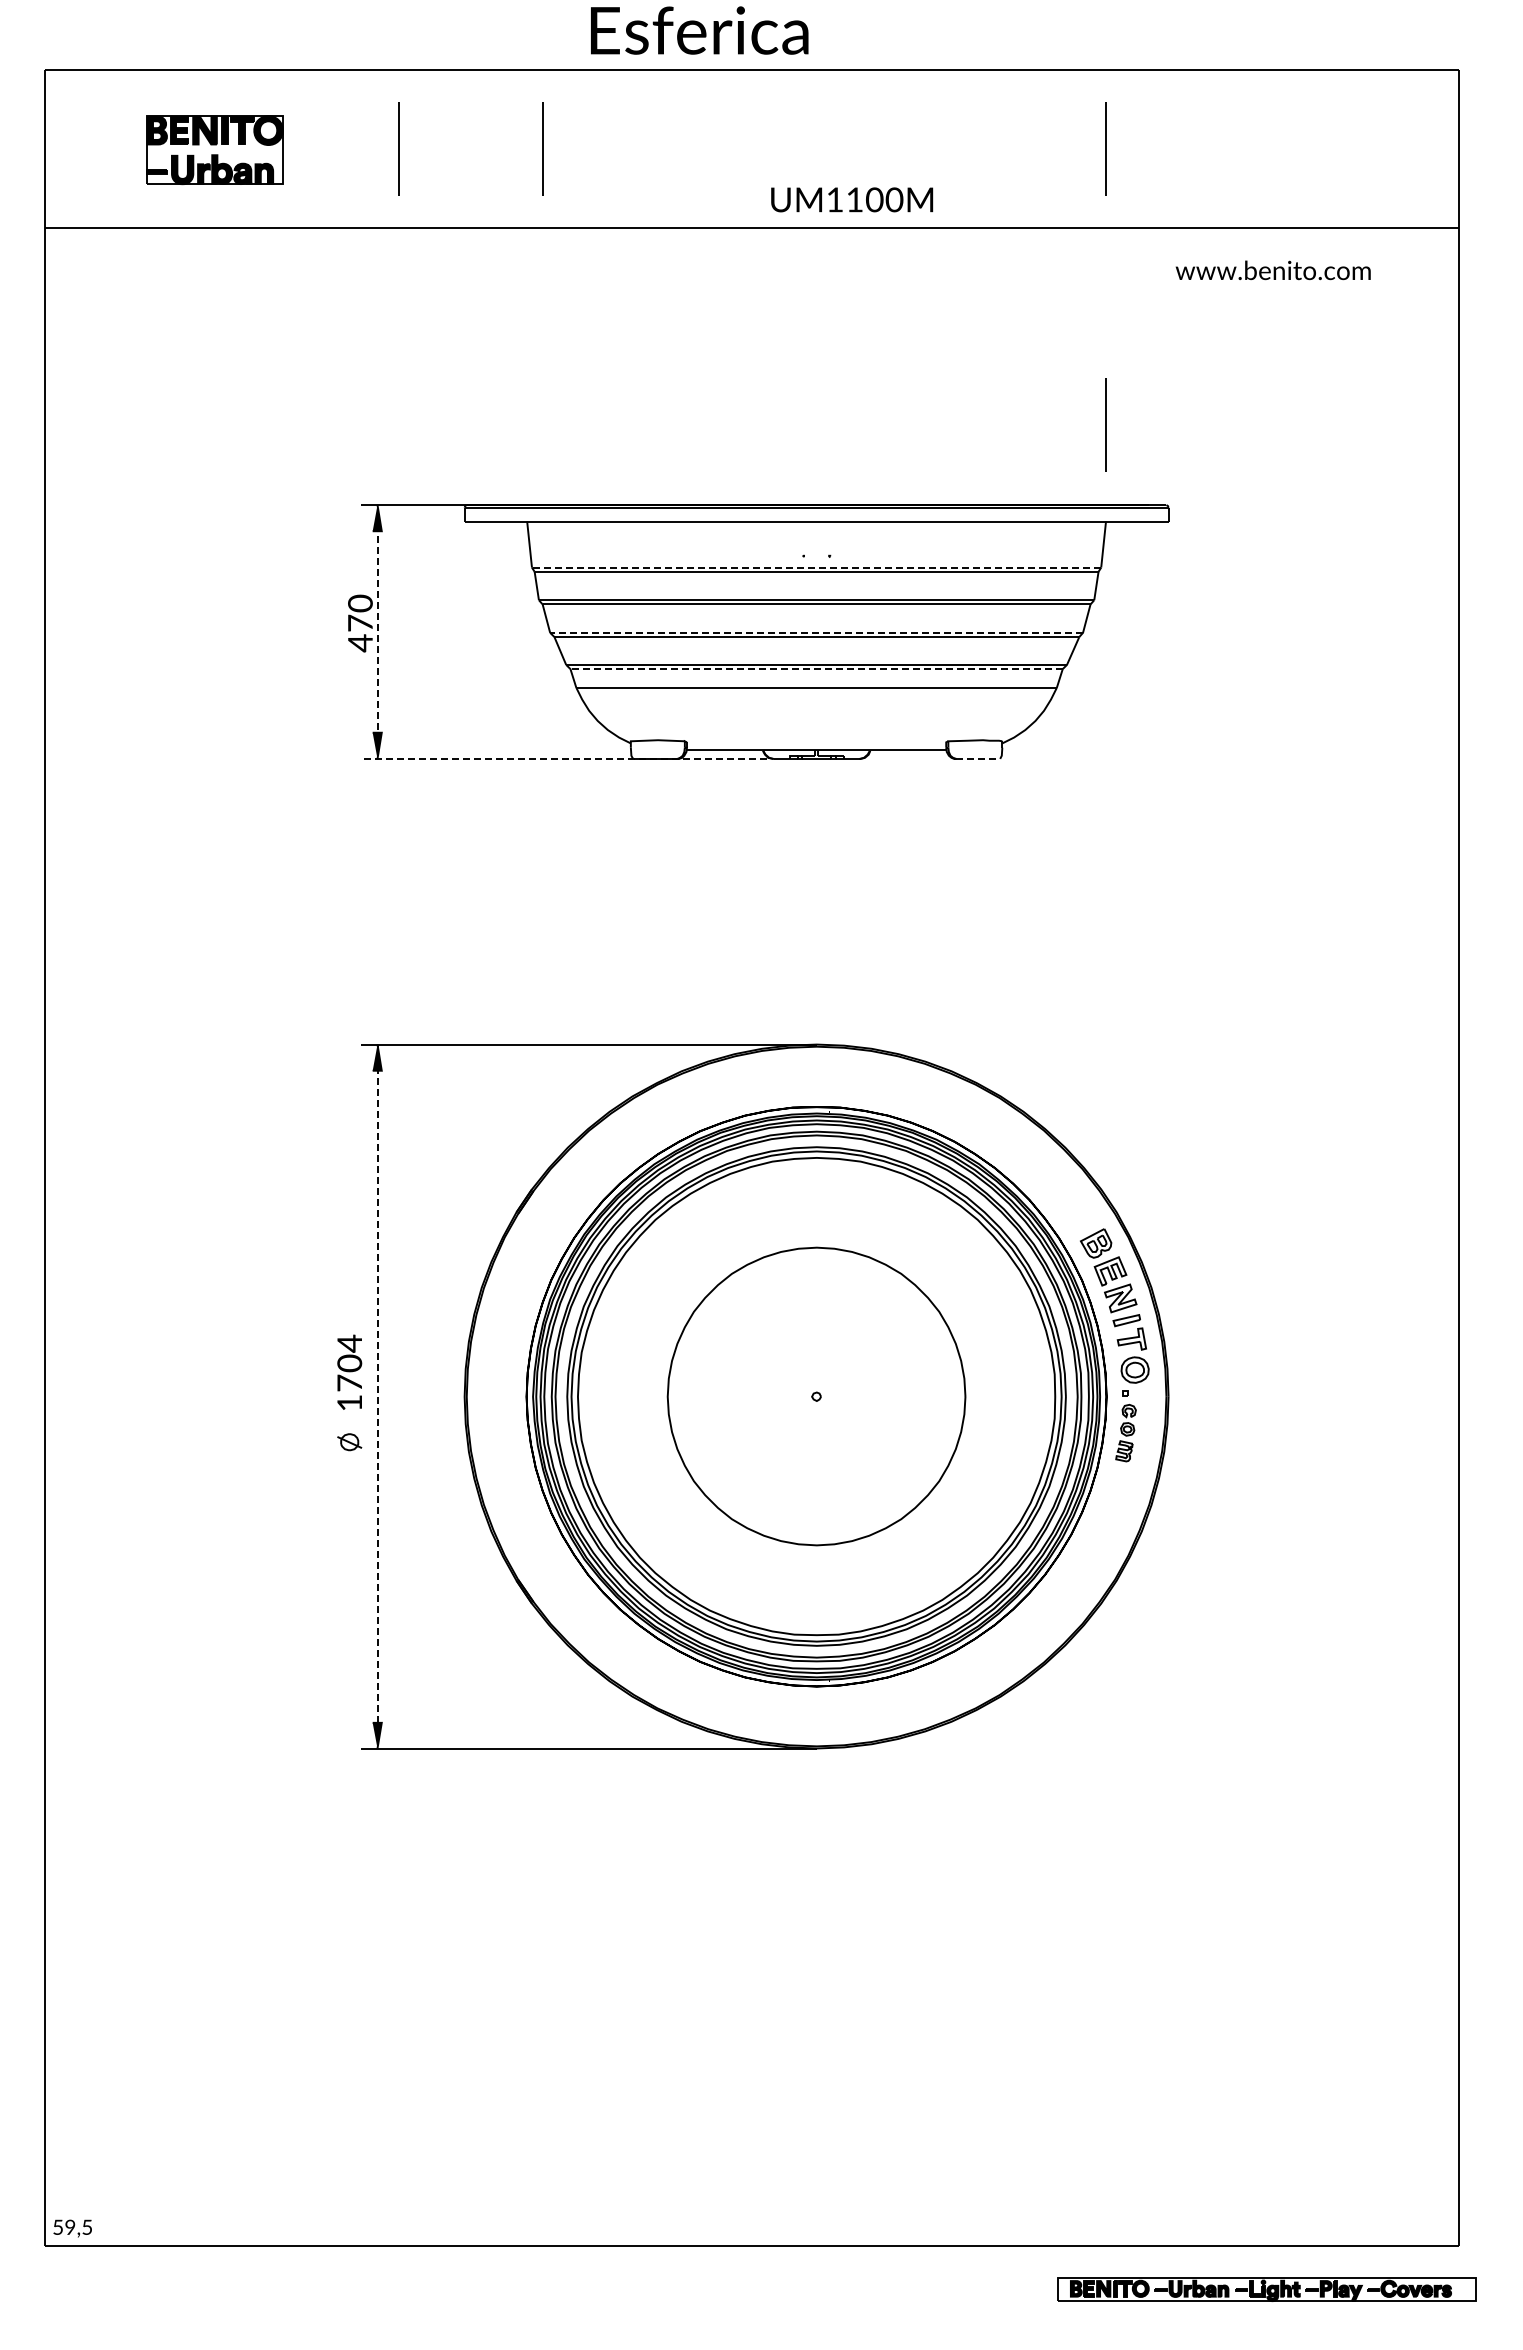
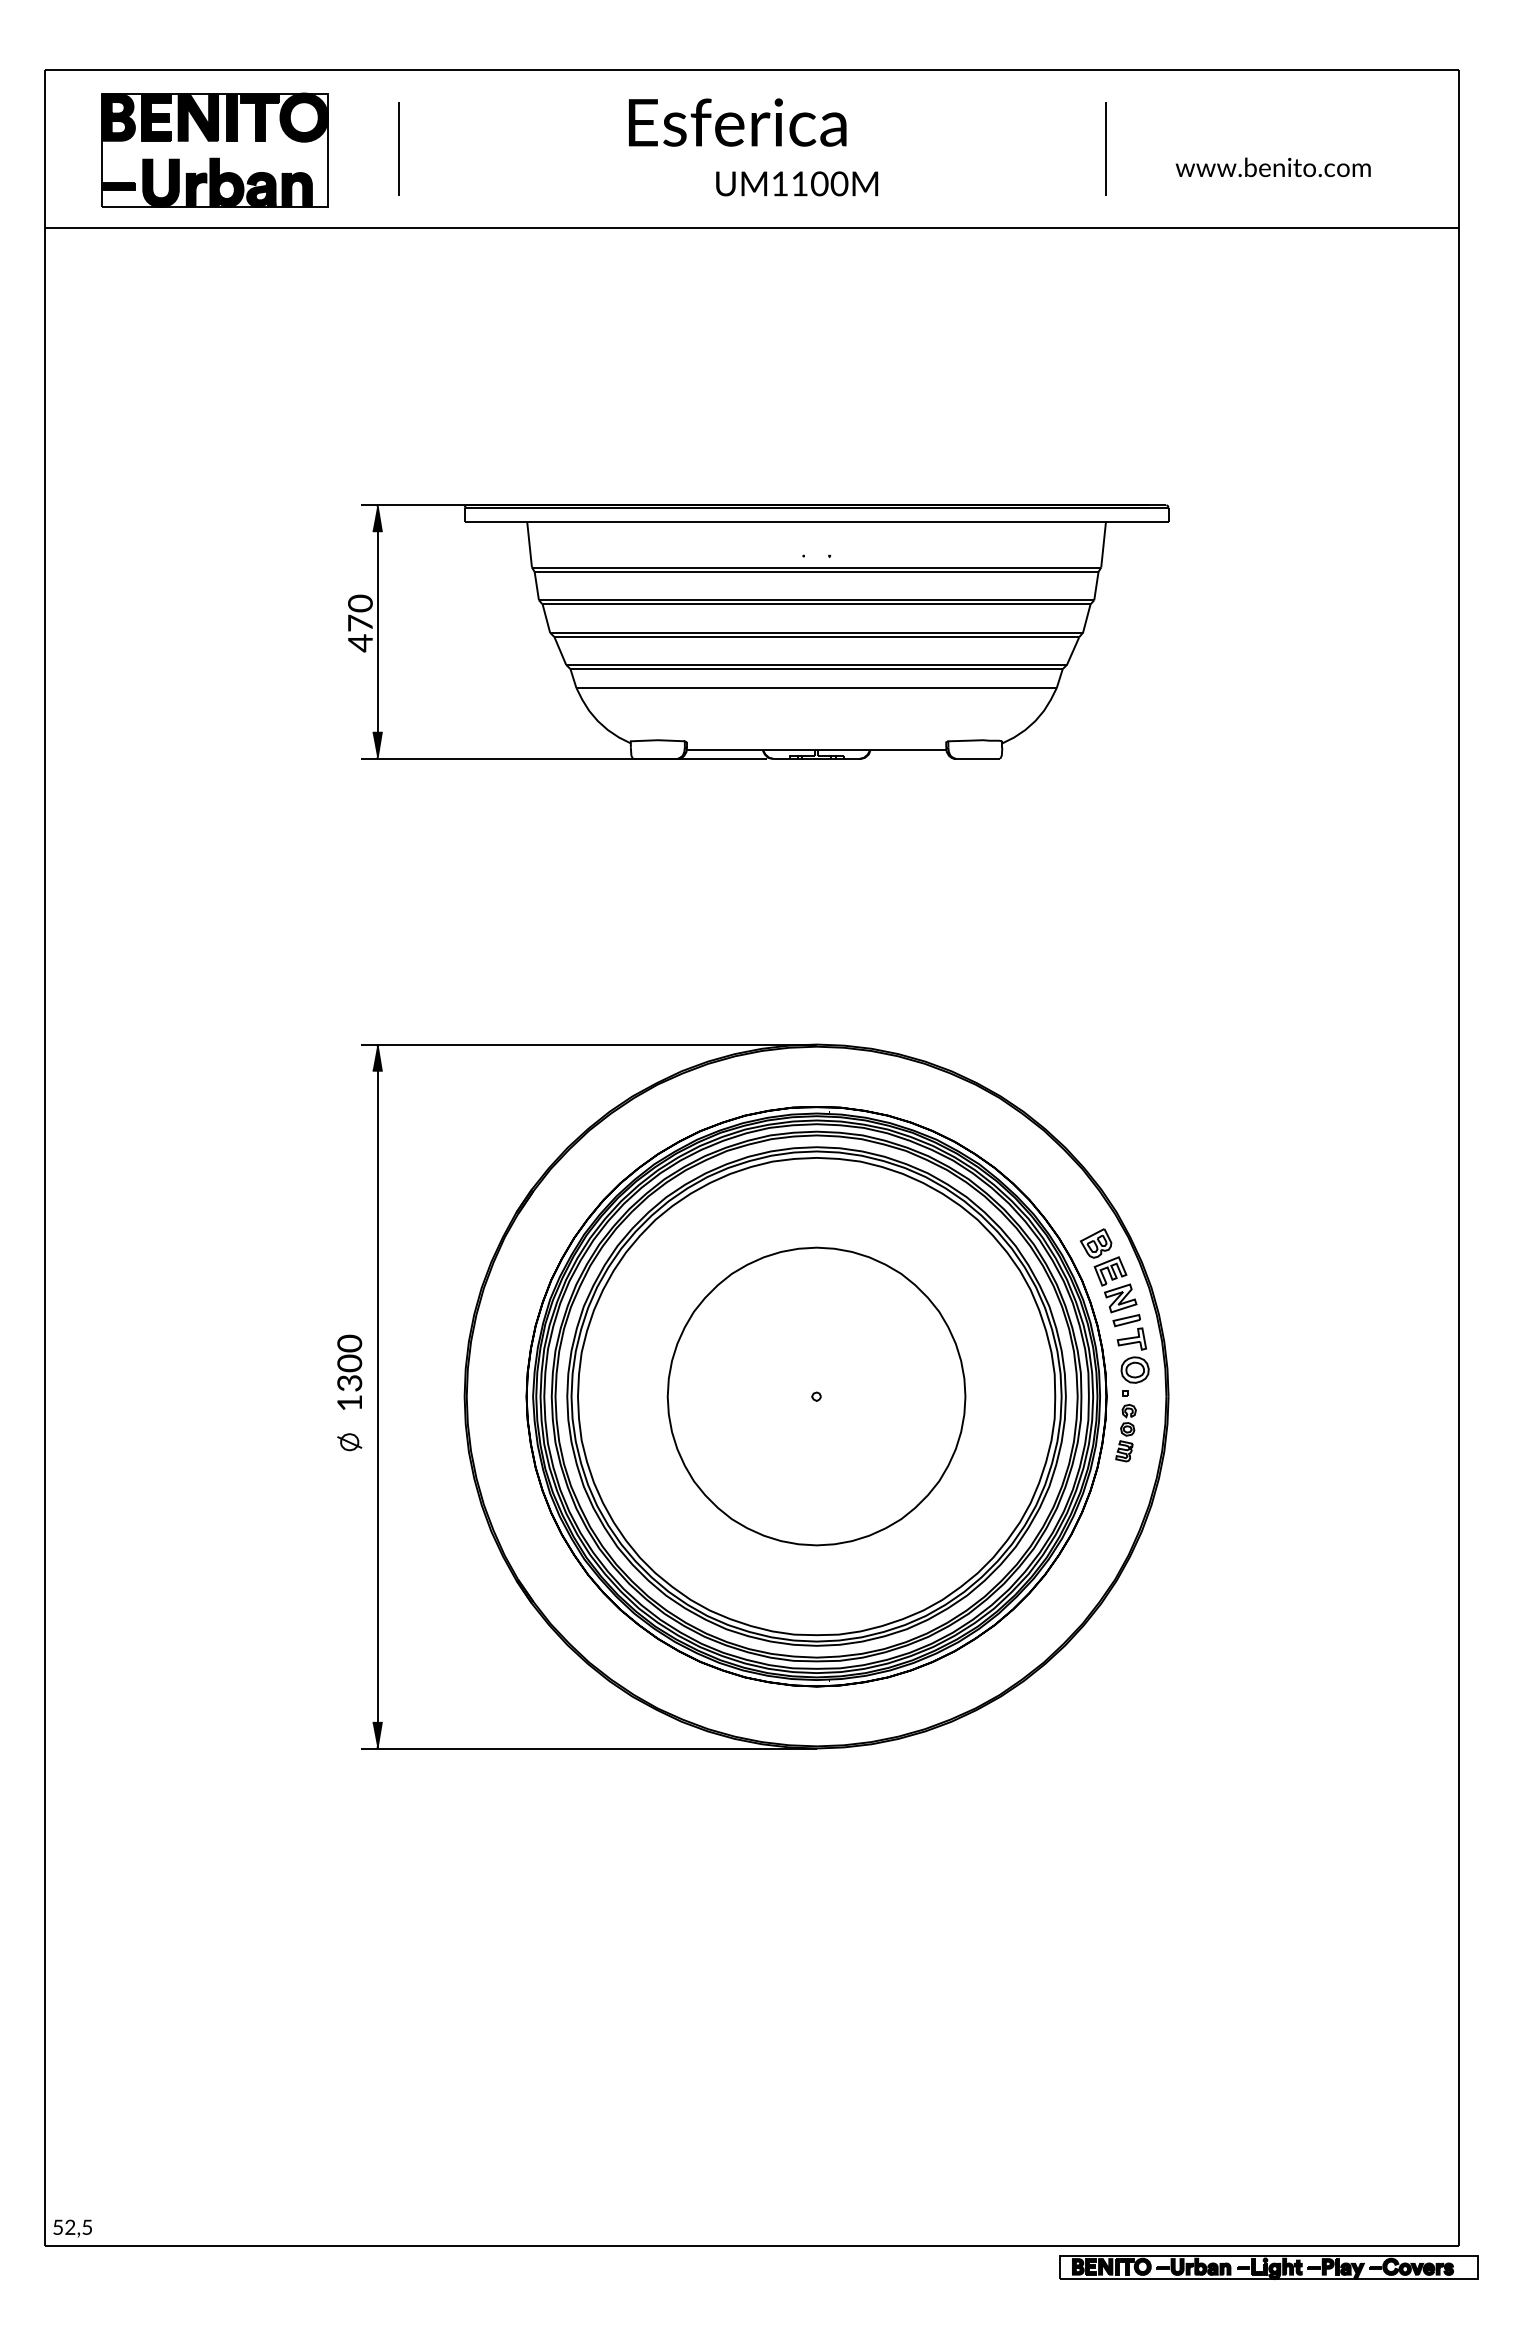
text at (699, 30) position: (699, 30) -> (737, 122)
line at (542, 148): present -> none
part at (214, 150) size: 138x71 px -> 228x116 px
text at (852, 199) position: (852, 199) -> (797, 183)
text at (1272, 270) position: (1272, 270) -> (1272, 167)
line at (1105, 424): present -> none
line at (816, 567): dashed -> solid
line at (377, 623): dashed -> solid
line at (816, 632): dashed -> solid
line at (816, 669): dashed -> solid
line at (563, 758): dashed -> solid
line at (978, 758): dashed -> solid
text at (349, 1362): 1704 -> 1300
line at (377, 1396): dashed -> solid
text at (70, 2227): 59,5 -> 52,5
part at (1266, 2289) position: (1266, 2289) -> (1268, 2267)
